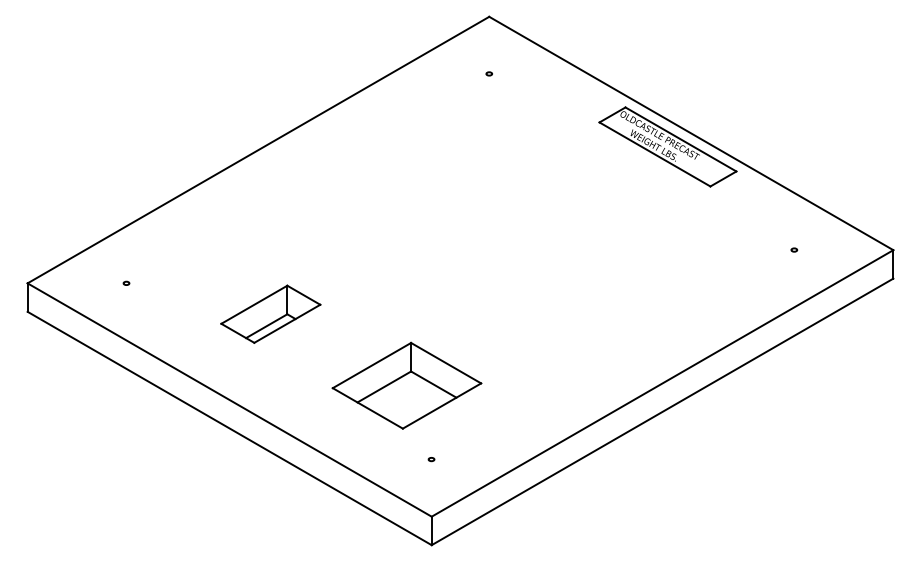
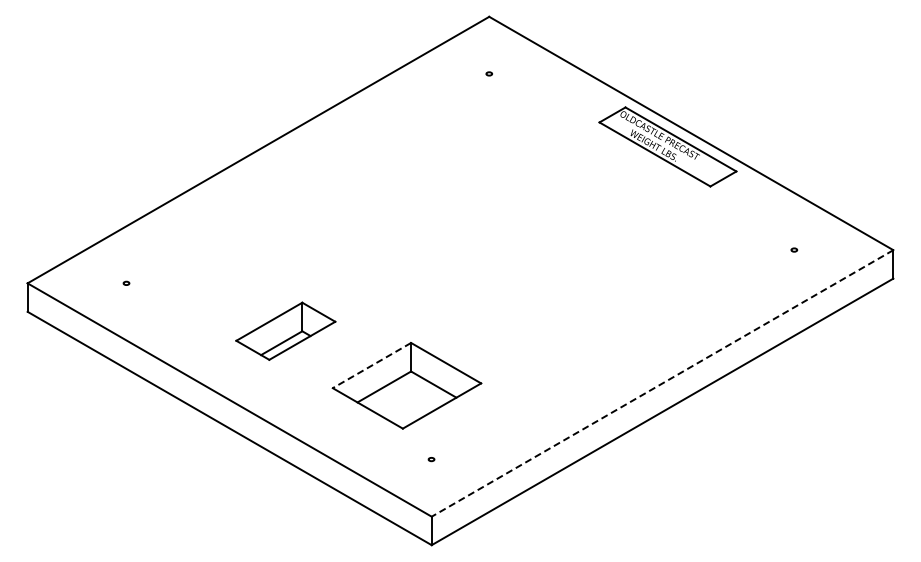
part at (270, 313) position: (270, 313) -> (285, 330)
line at (371, 365): solid -> dashed
line at (662, 383): solid -> dashed
